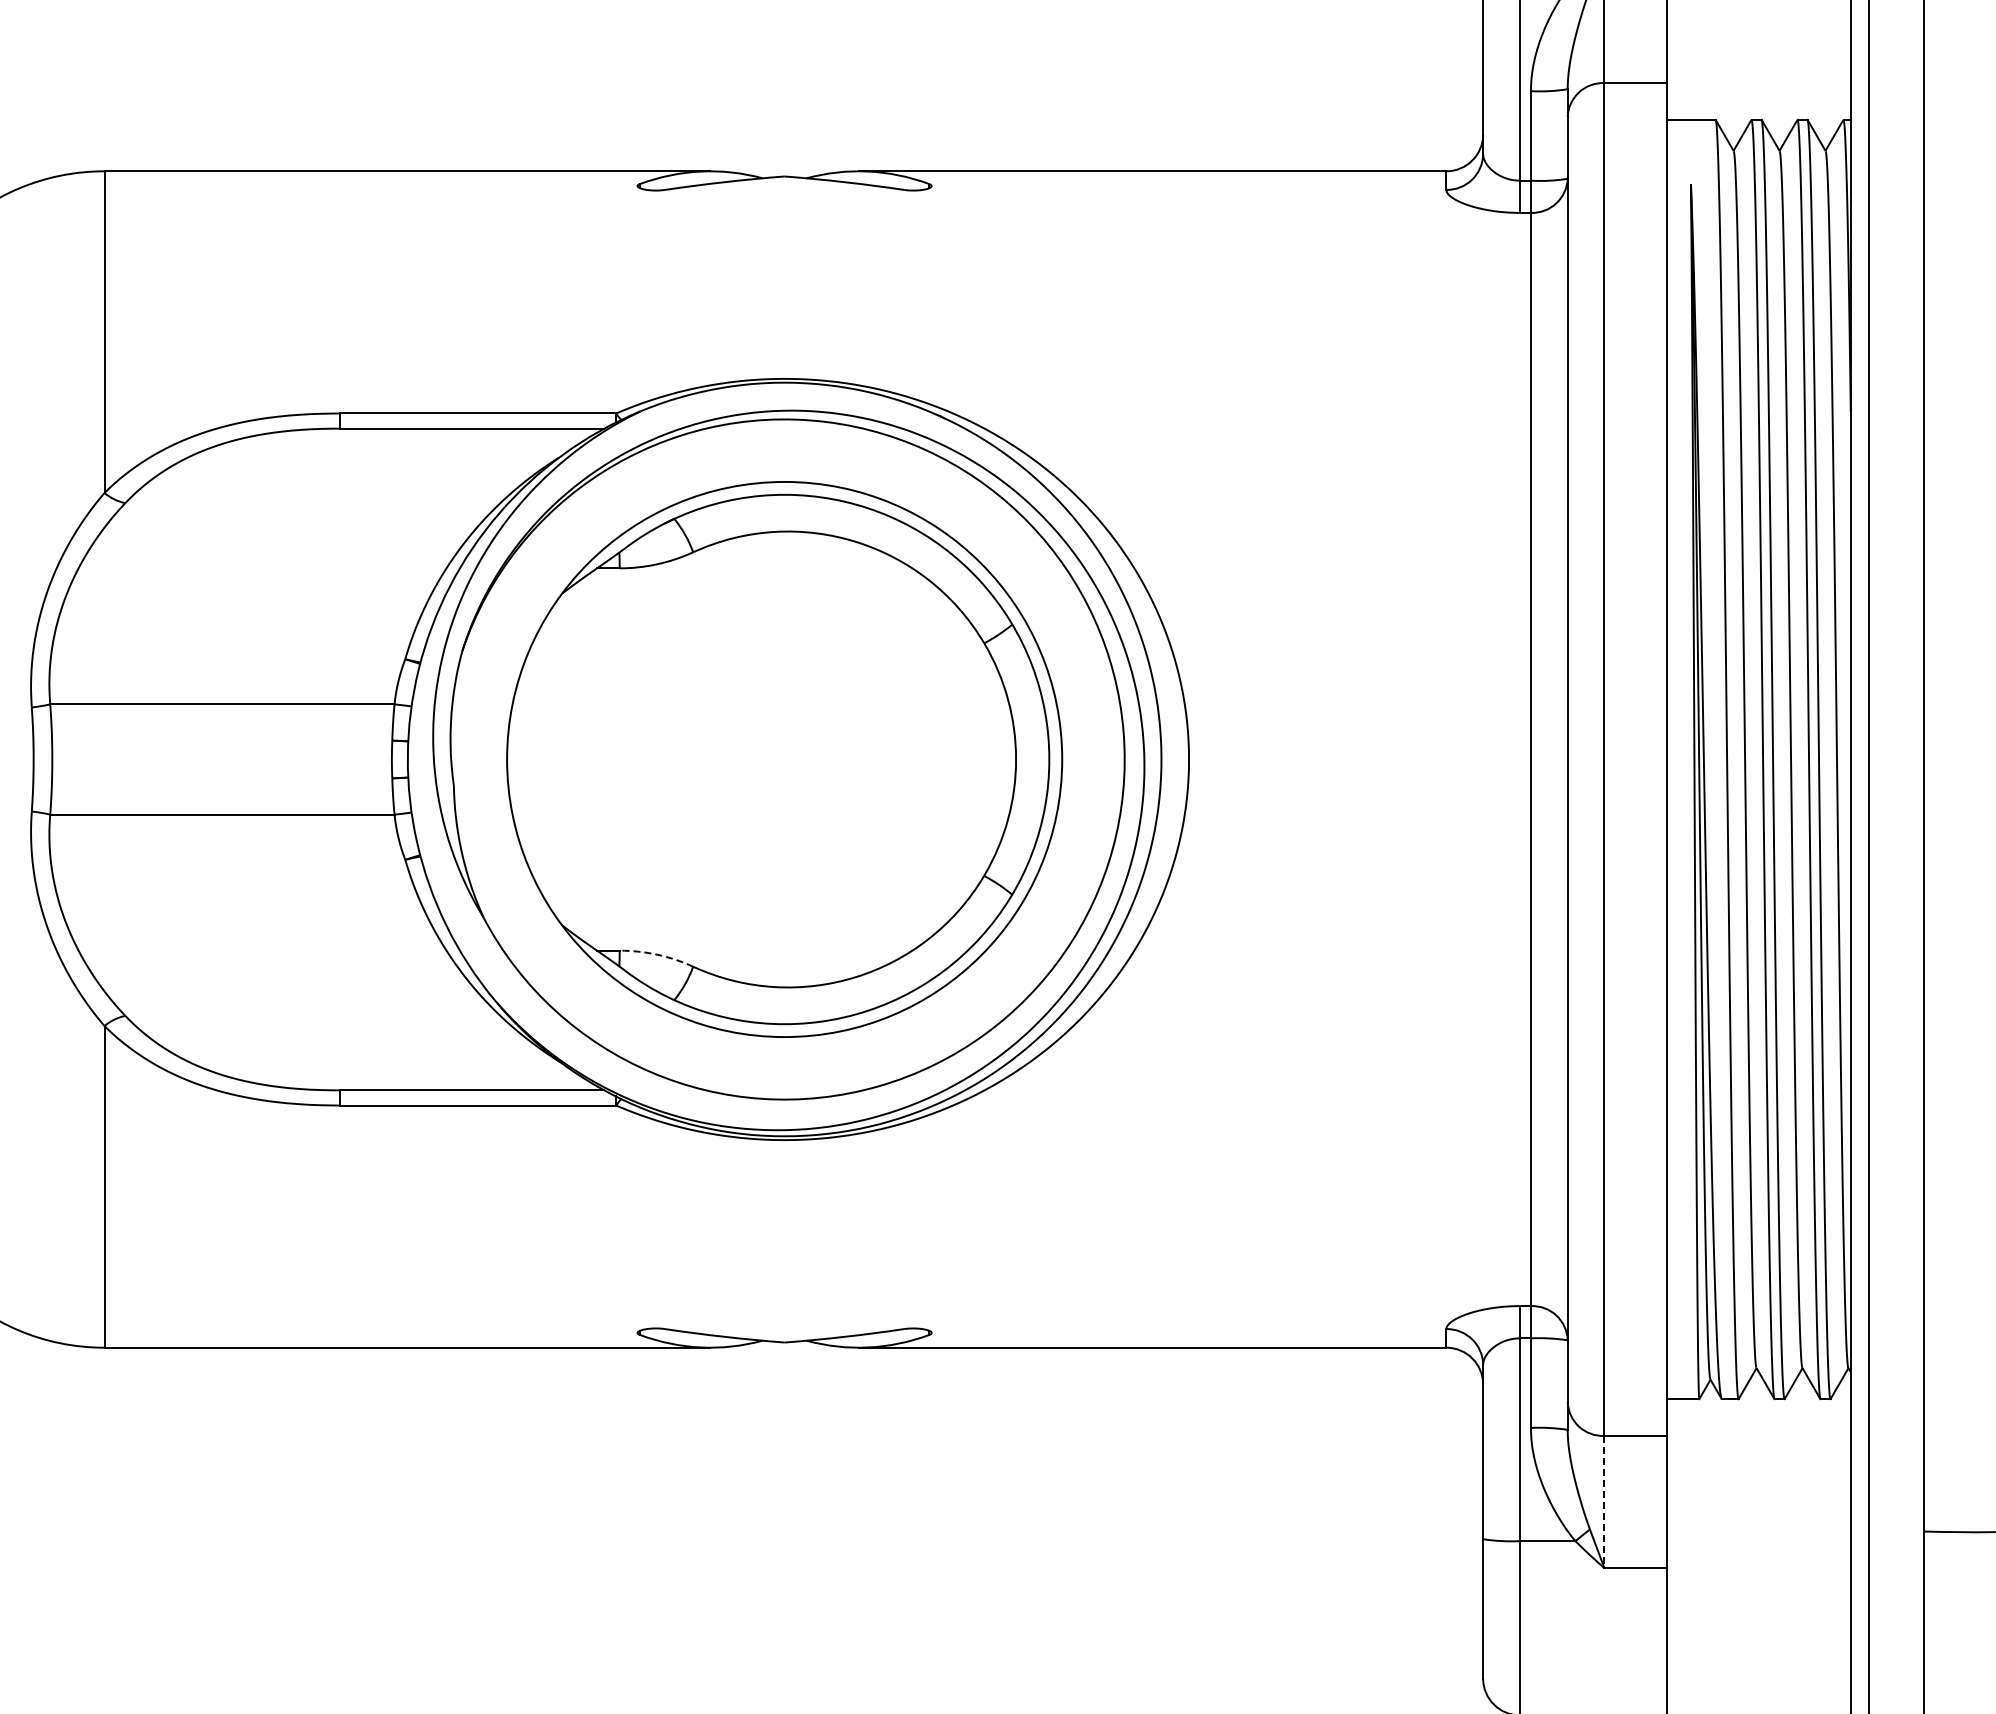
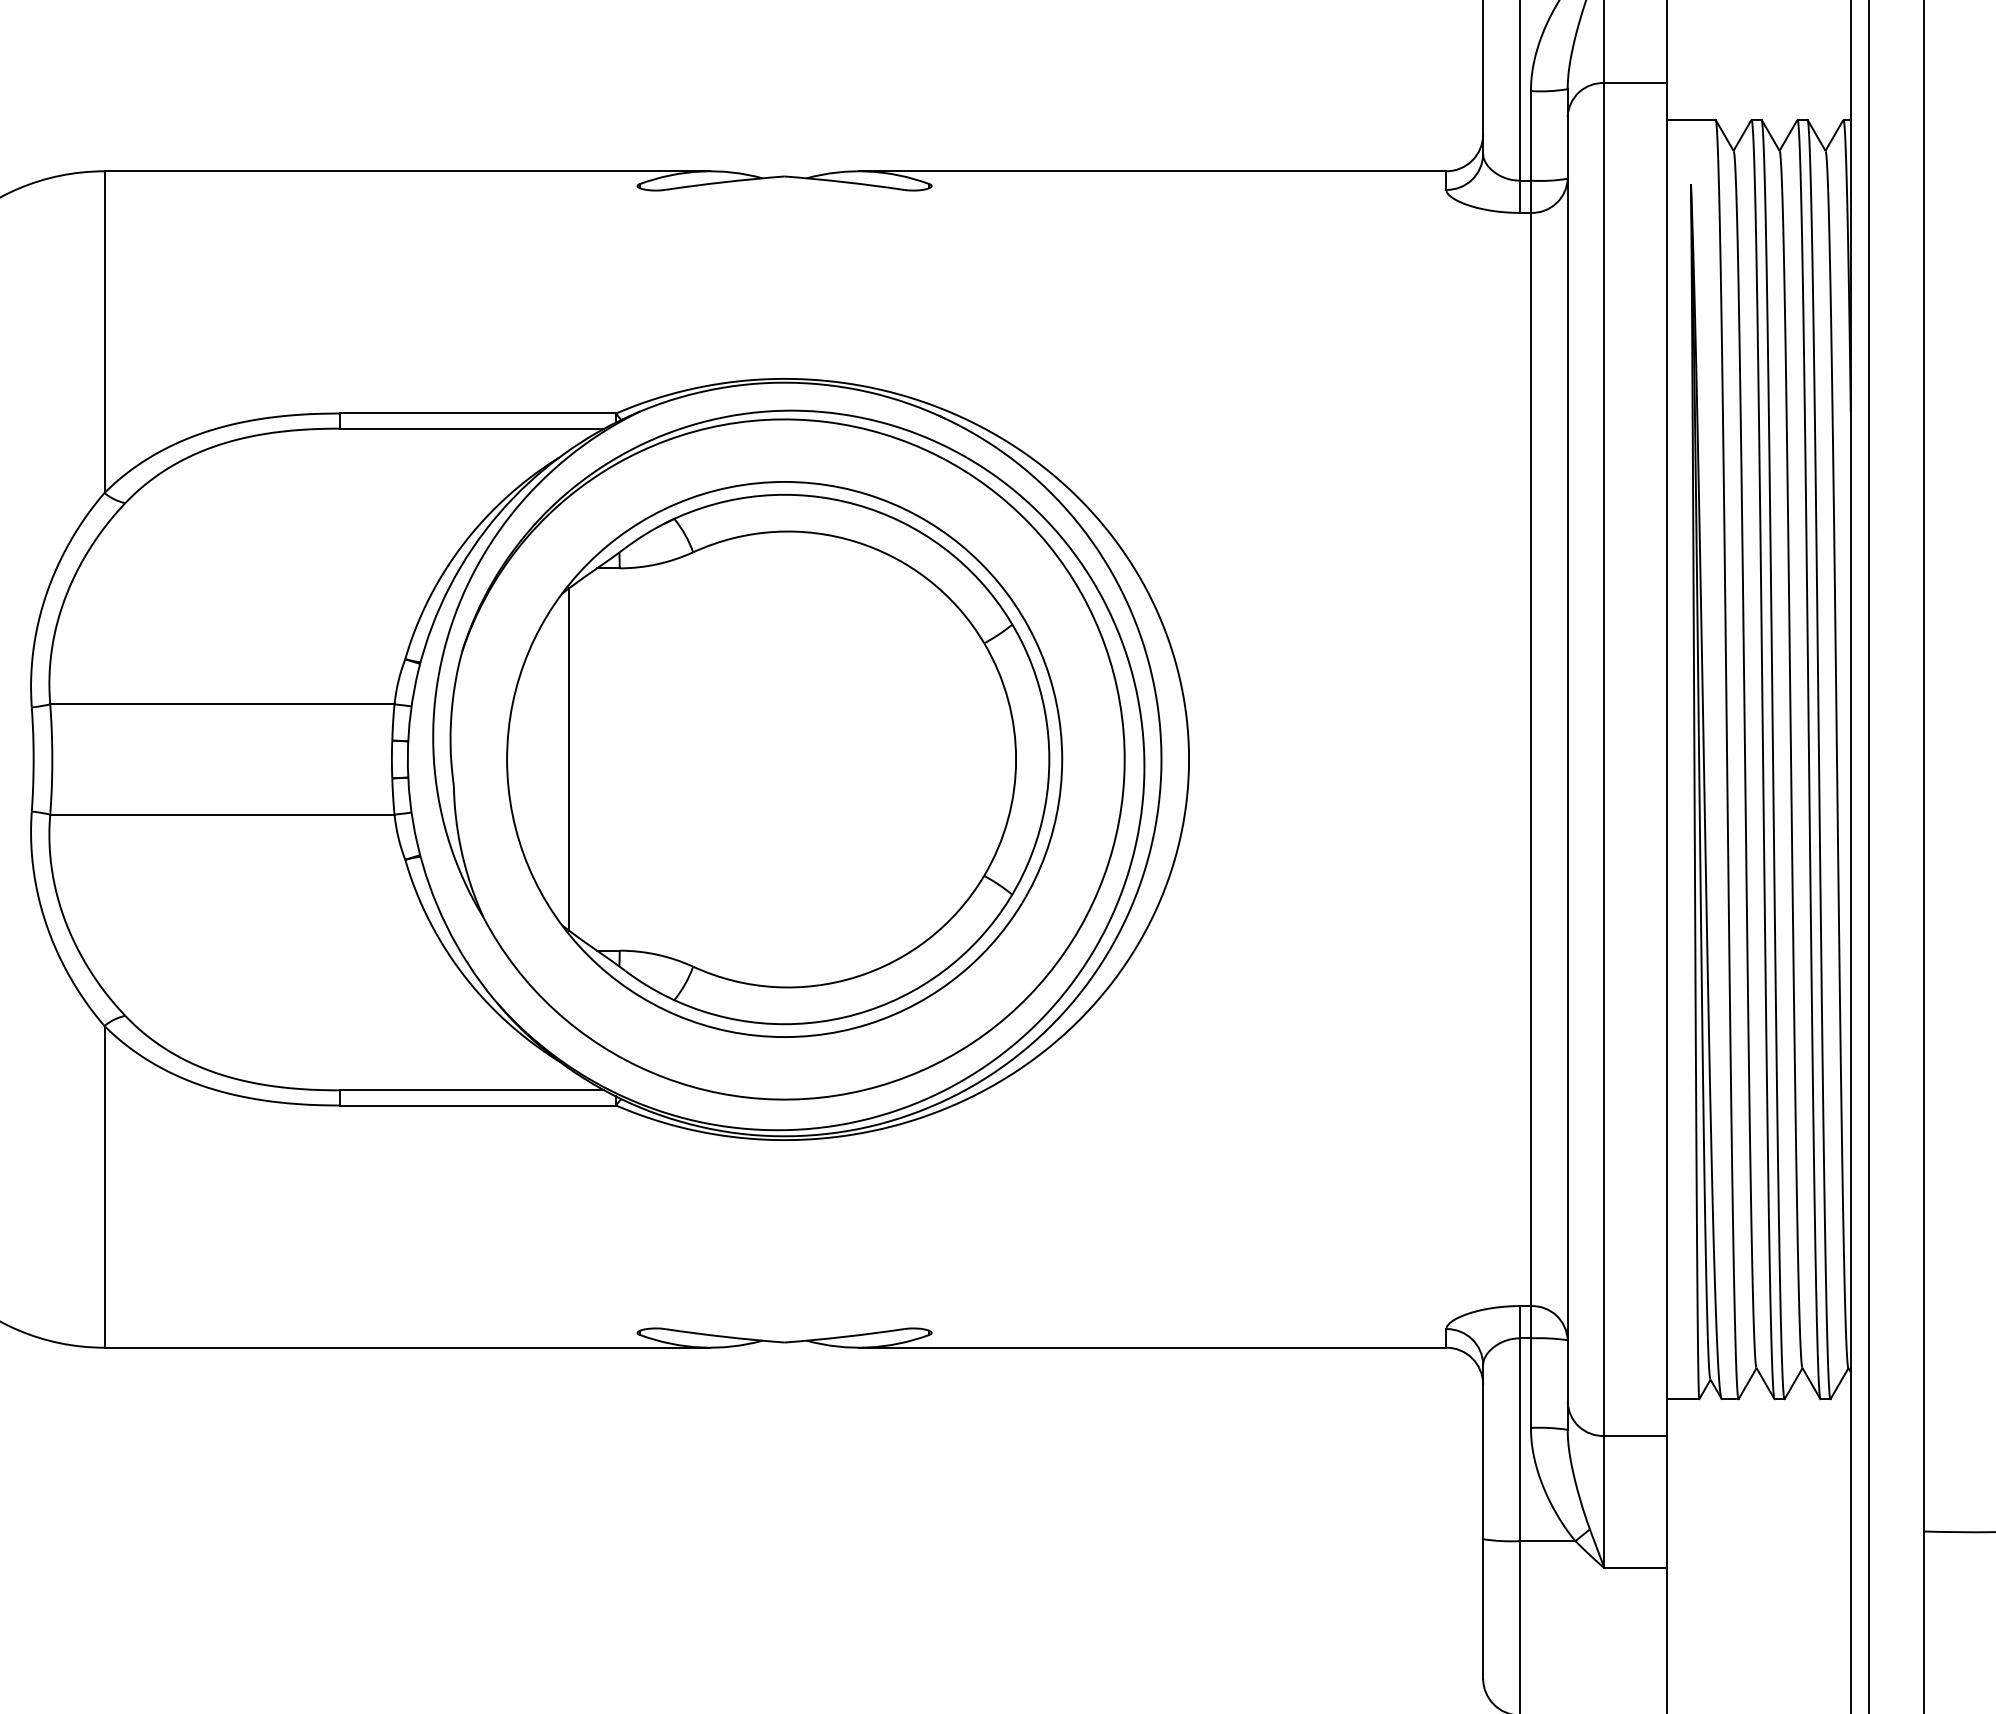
line at (569, 759): none -> present
arc at (657, 954): dashed -> solid
line at (1604, 1502): dashed -> solid
